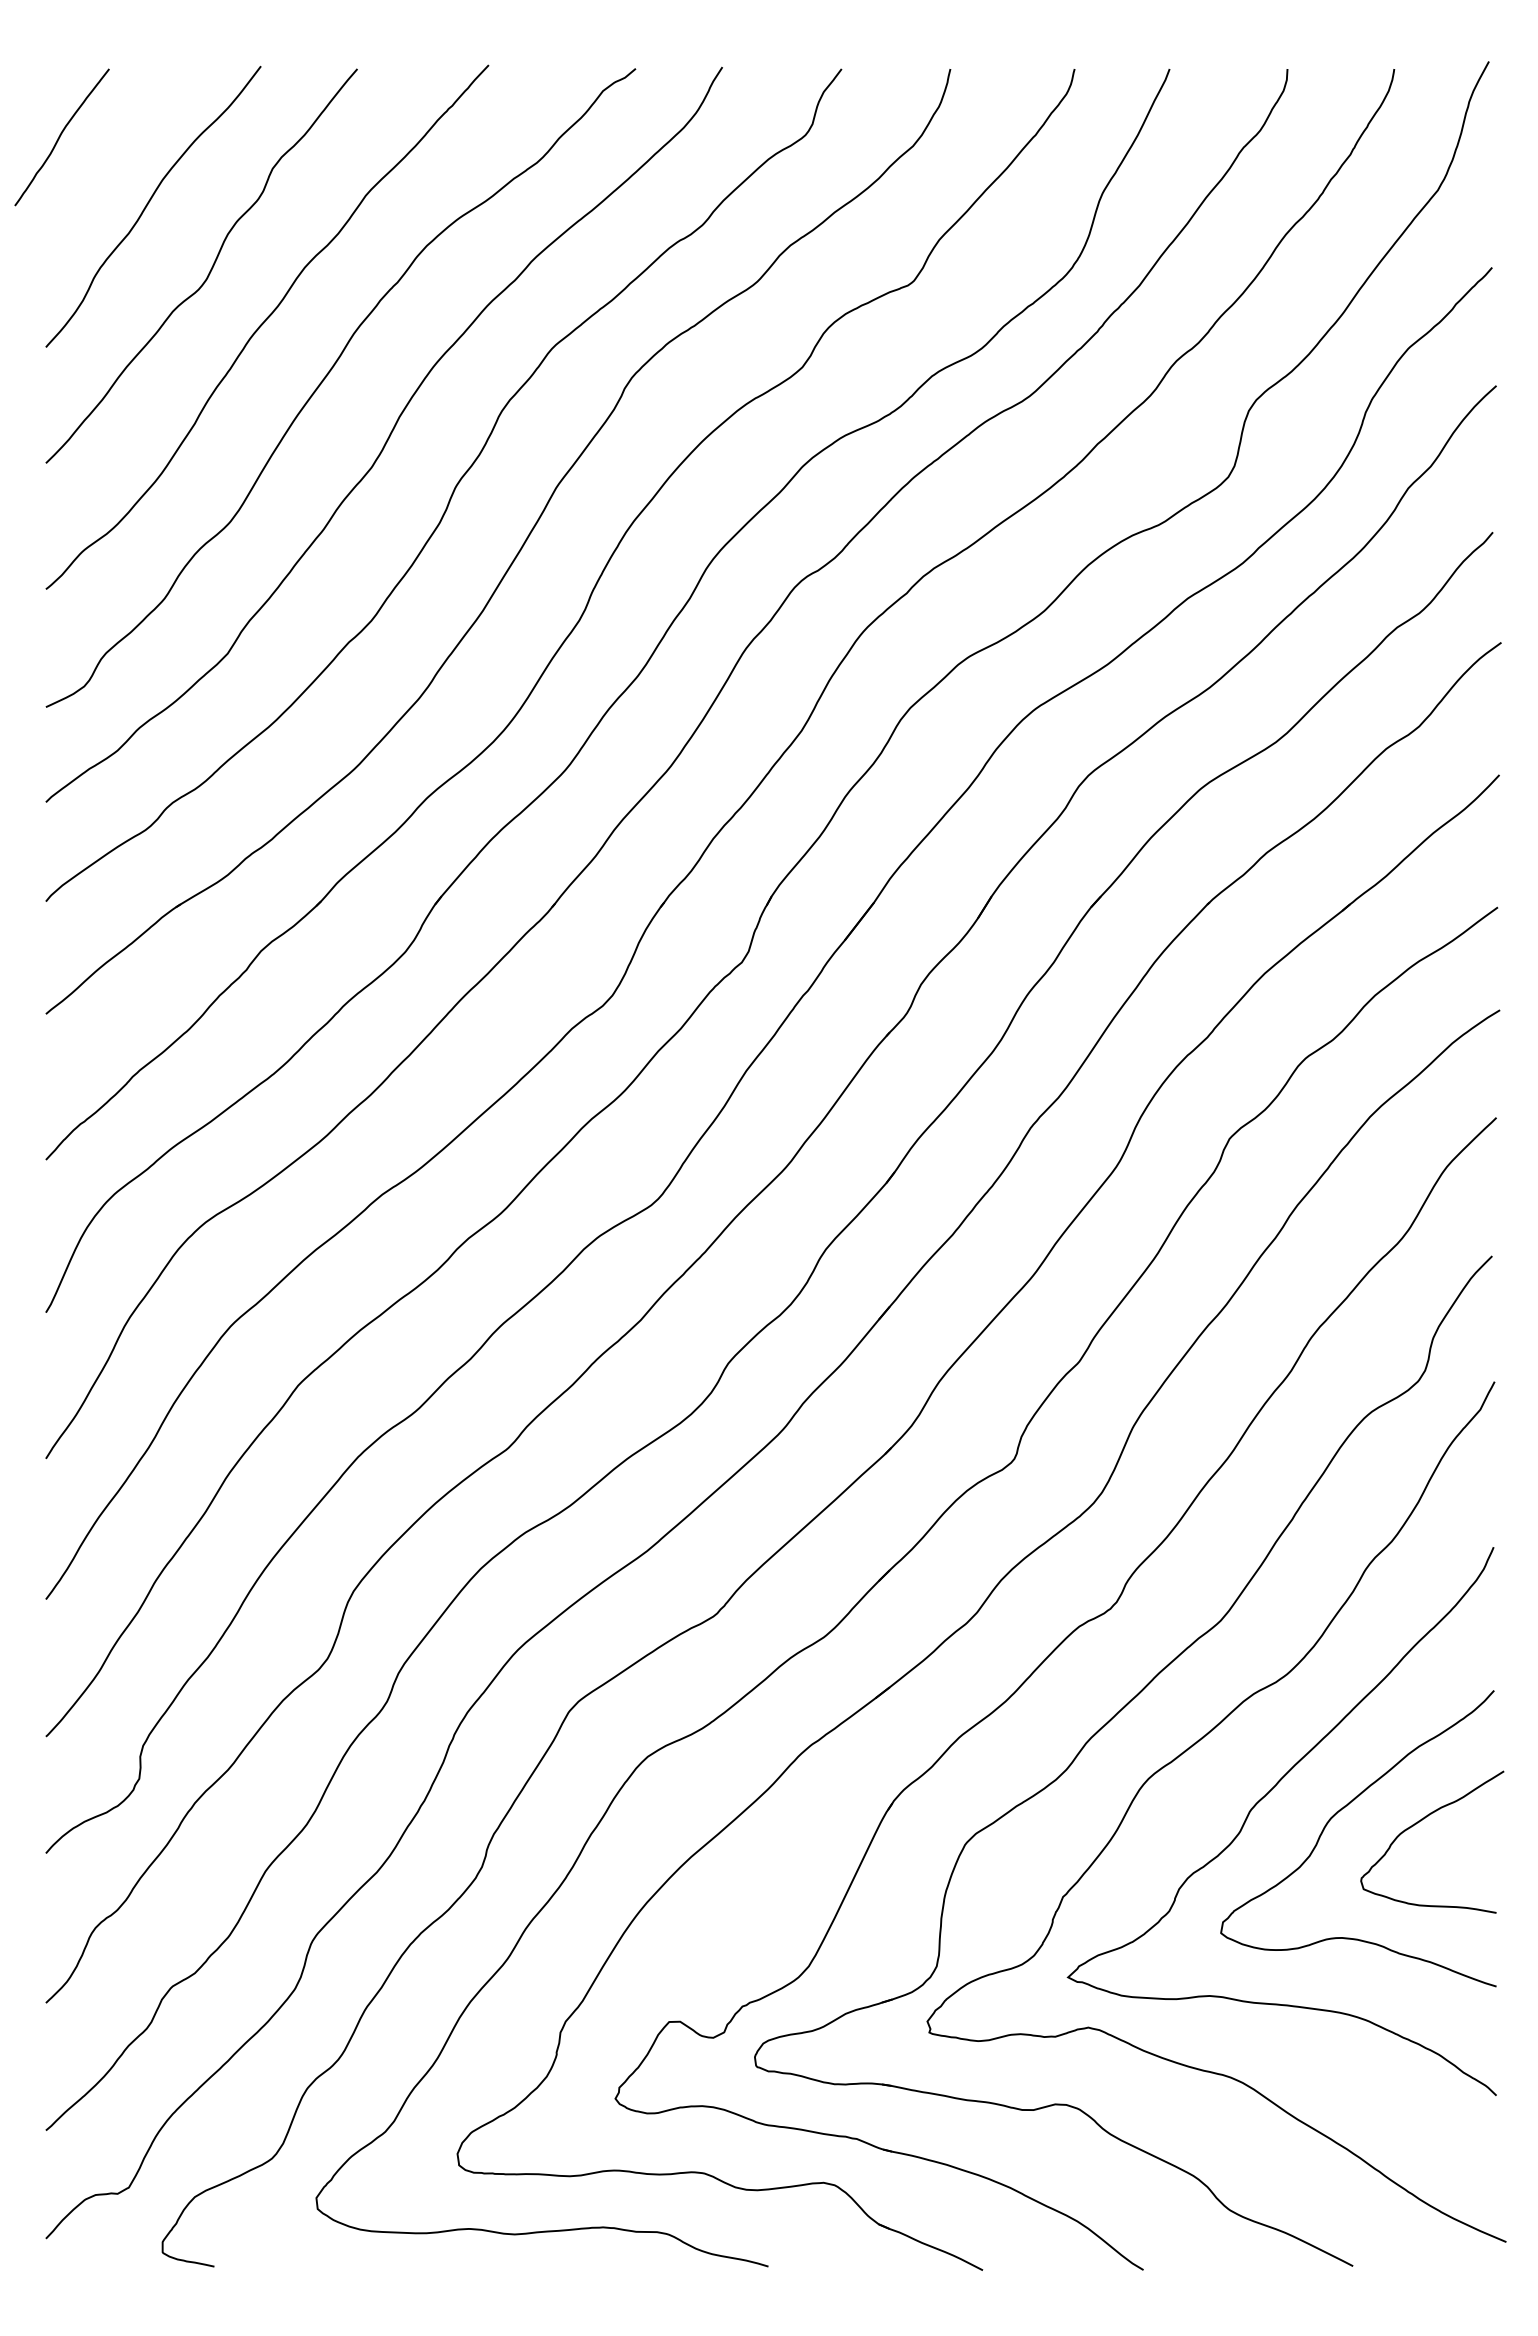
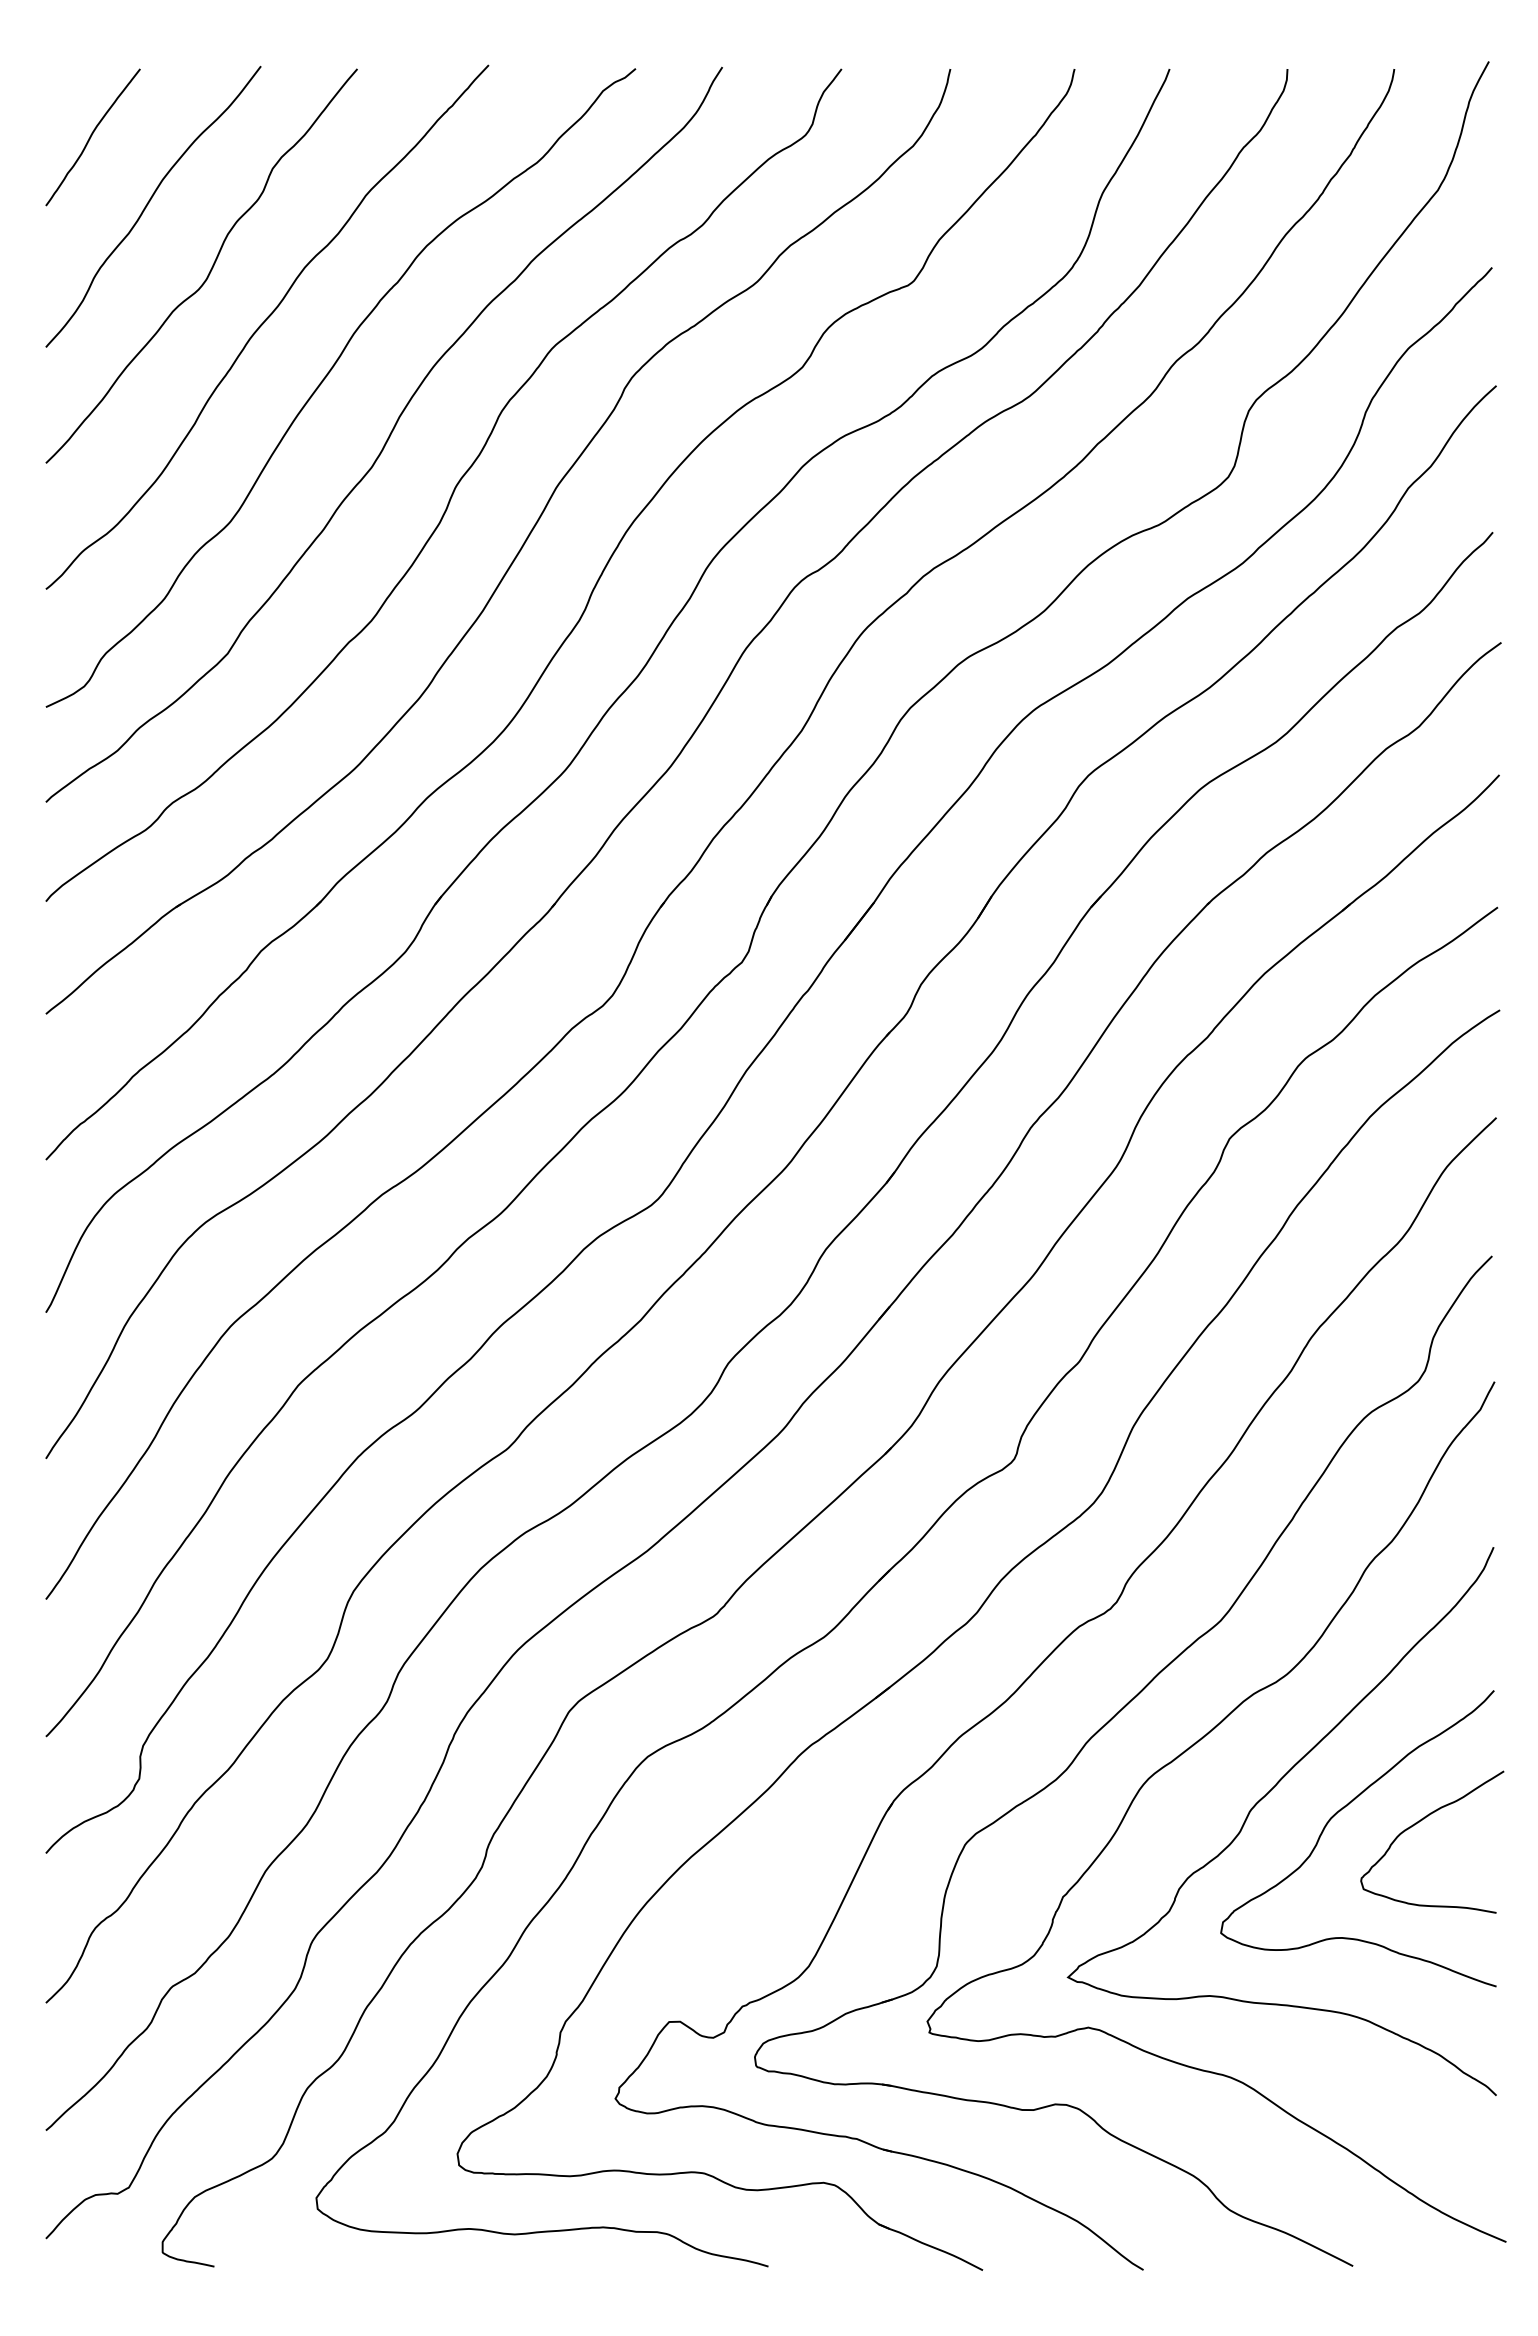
curve at (60, 137) position: (60, 137) -> (91, 137)
